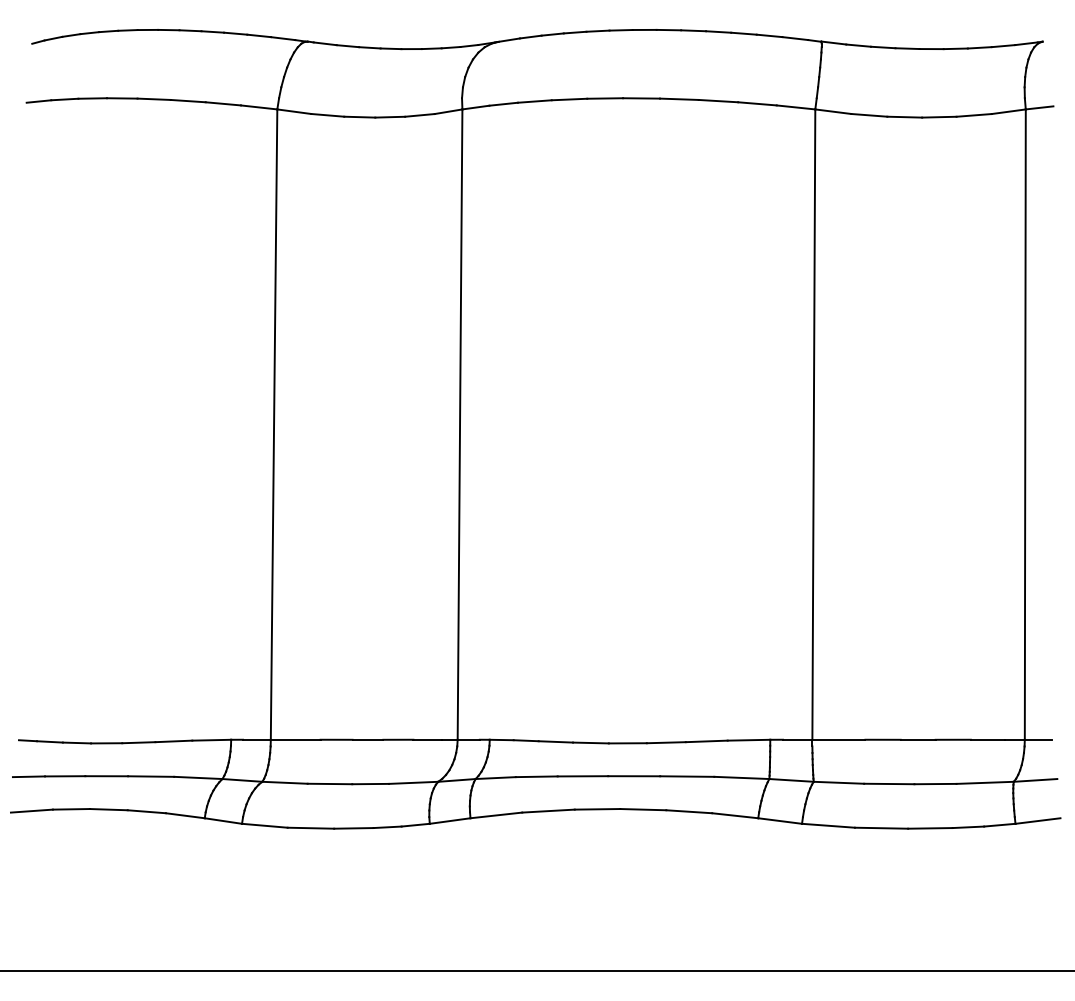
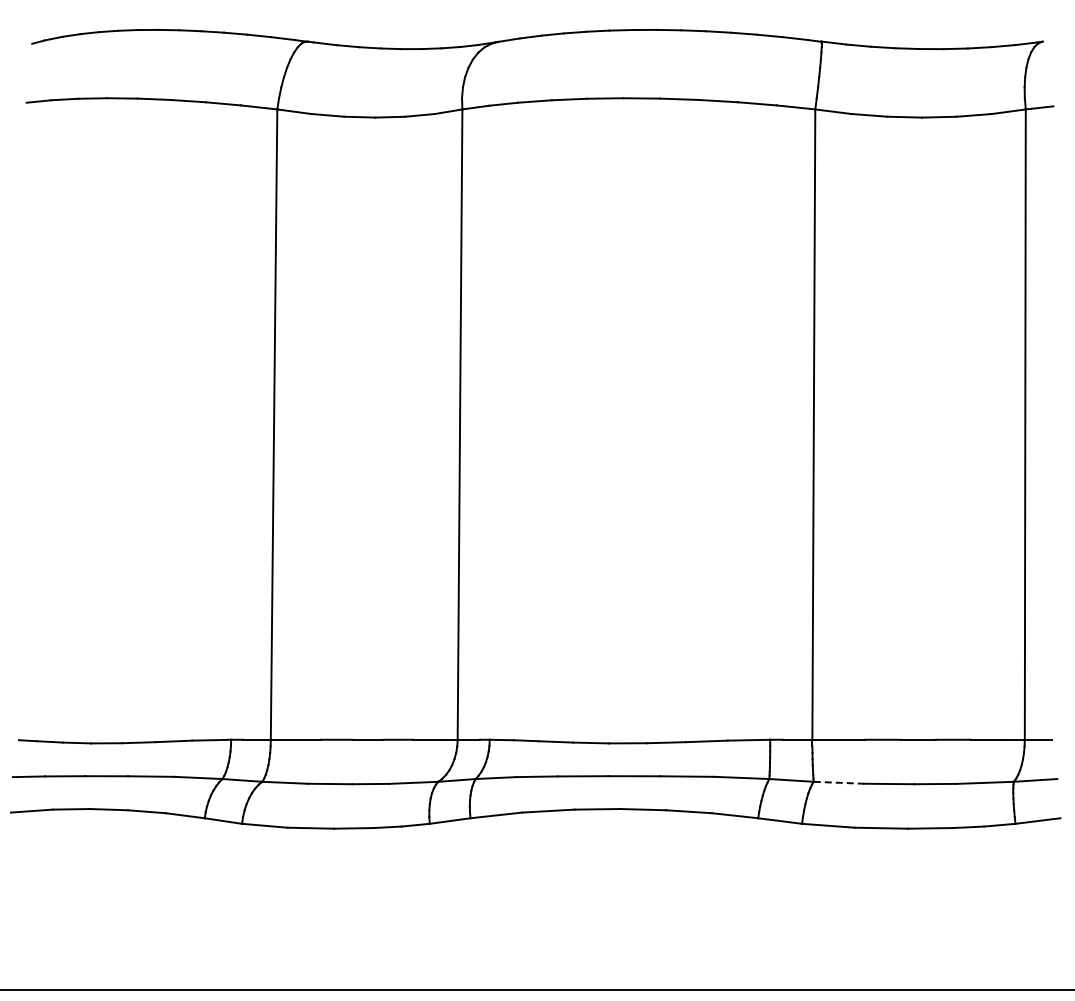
line at (839, 782): solid -> dashed
line at (536, 971) position: (536, 971) -> (536, 990)
